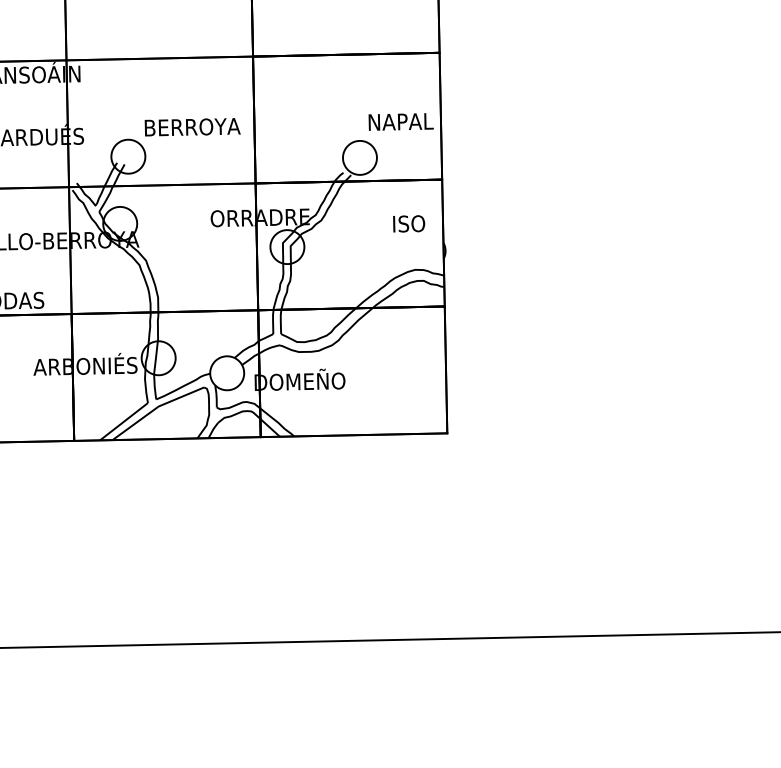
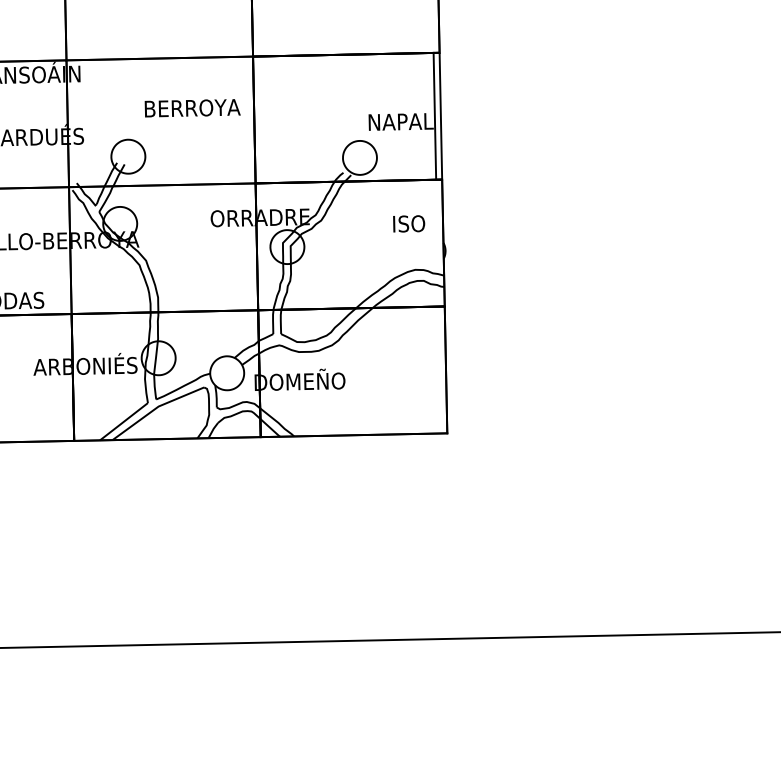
line at (440, 115) position: (440, 115) -> (434, 115)
text at (192, 127) position: (192, 127) -> (192, 108)
